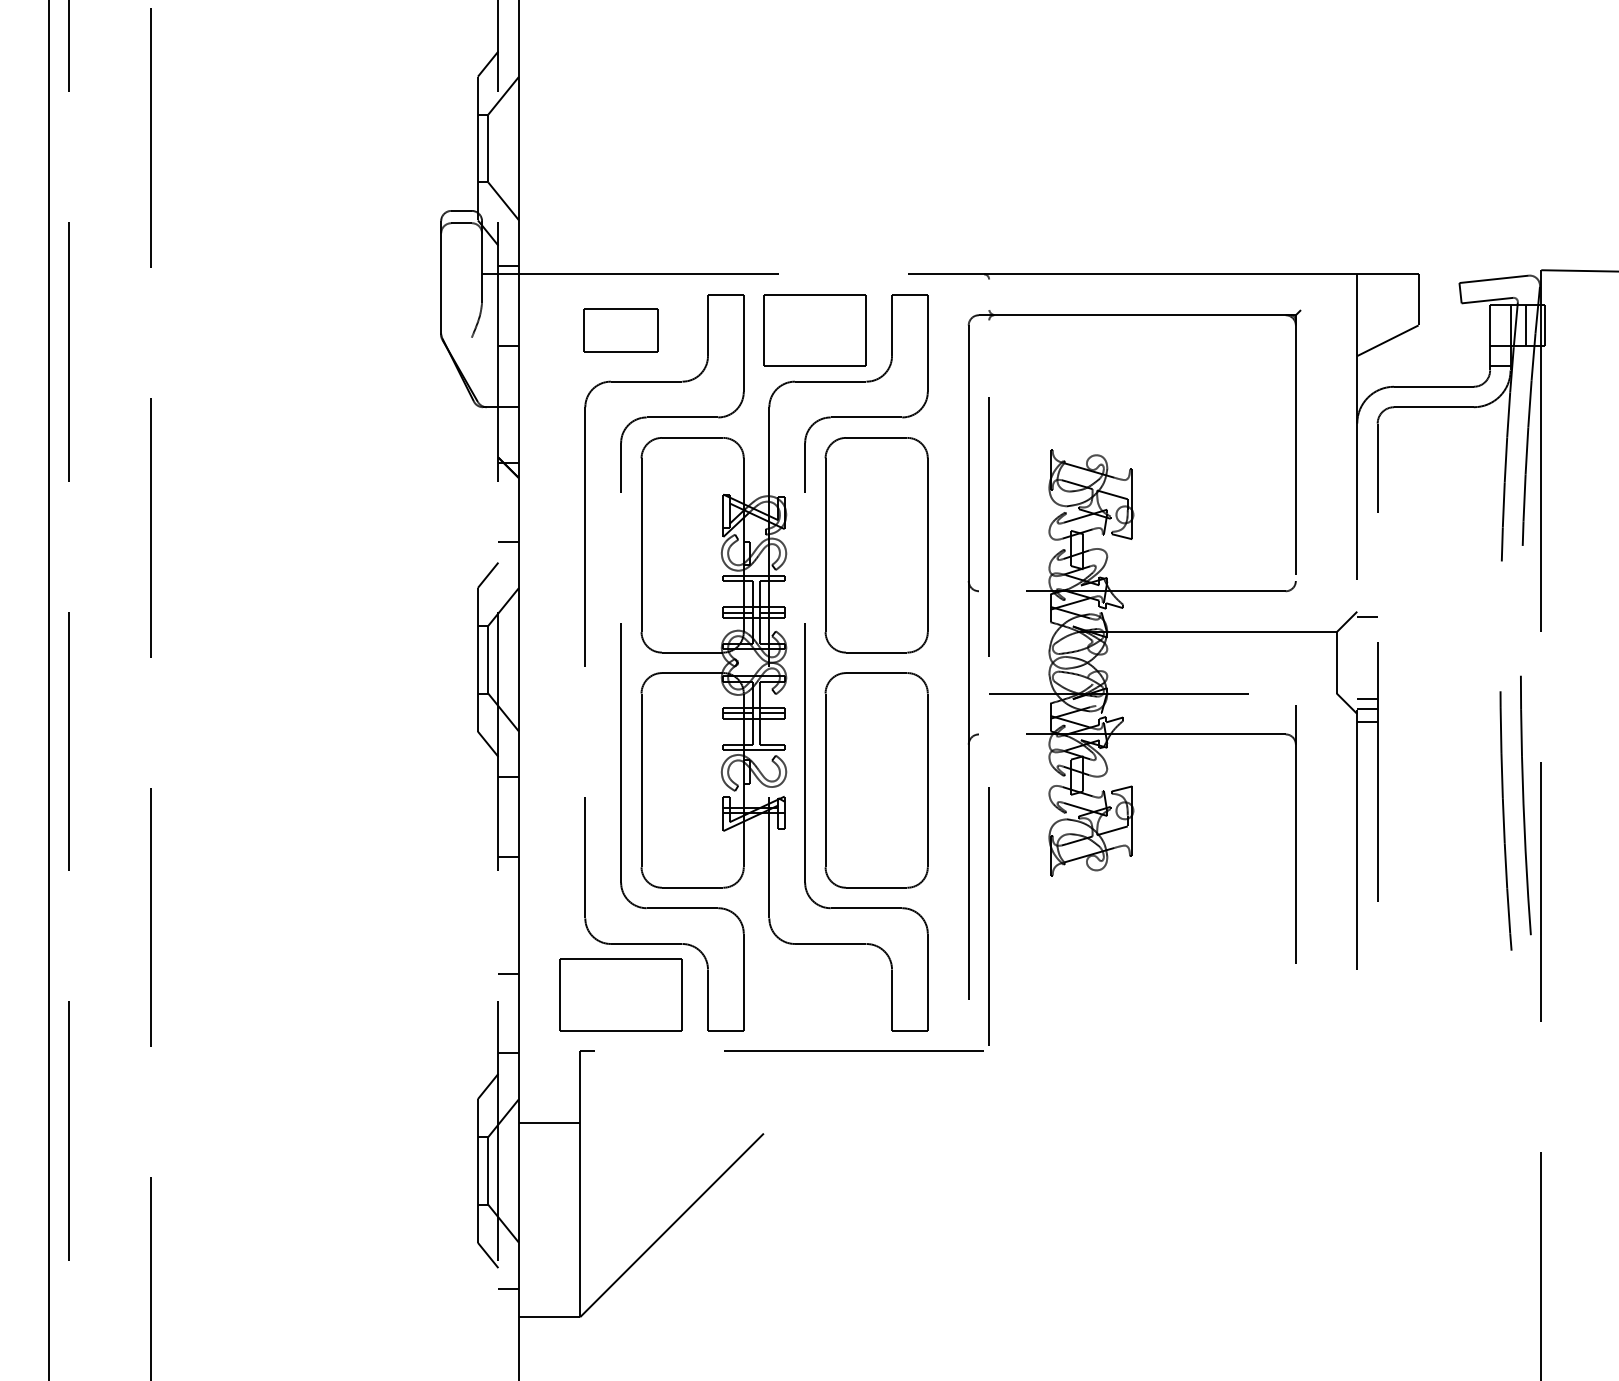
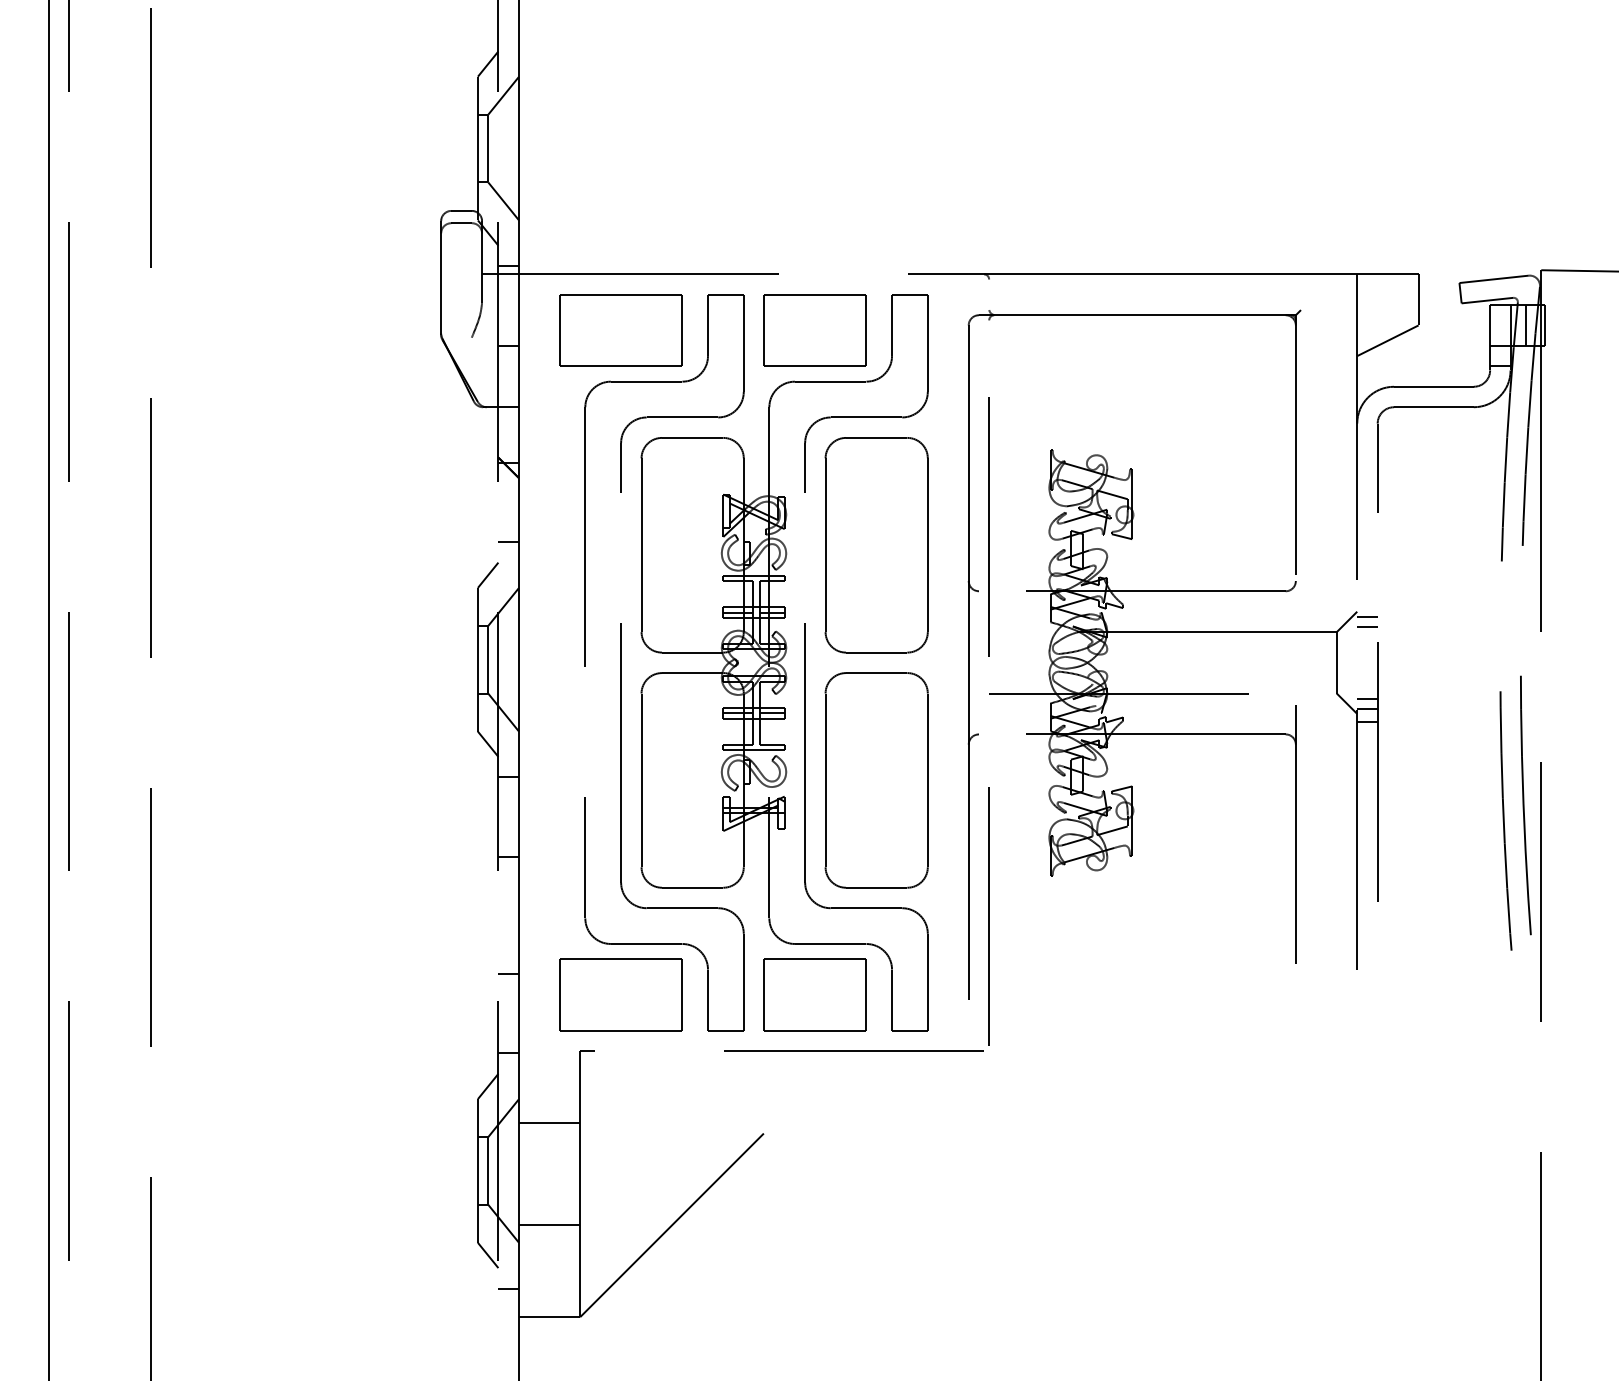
part at (620, 330) size: 76x45 px -> 124x73 px
line at (1367, 626): none -> present
part at (814, 994): none -> present
line at (549, 1225): none -> present
